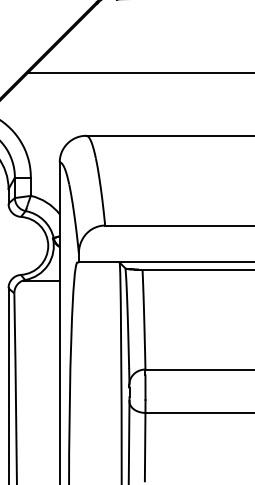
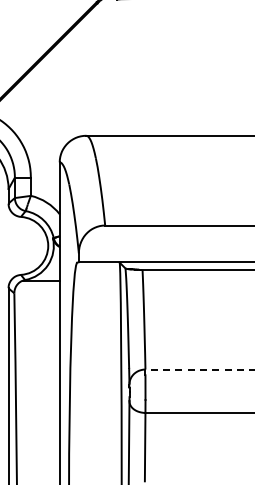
line at (139, 73): present -> none
line at (199, 369): solid -> dashed
